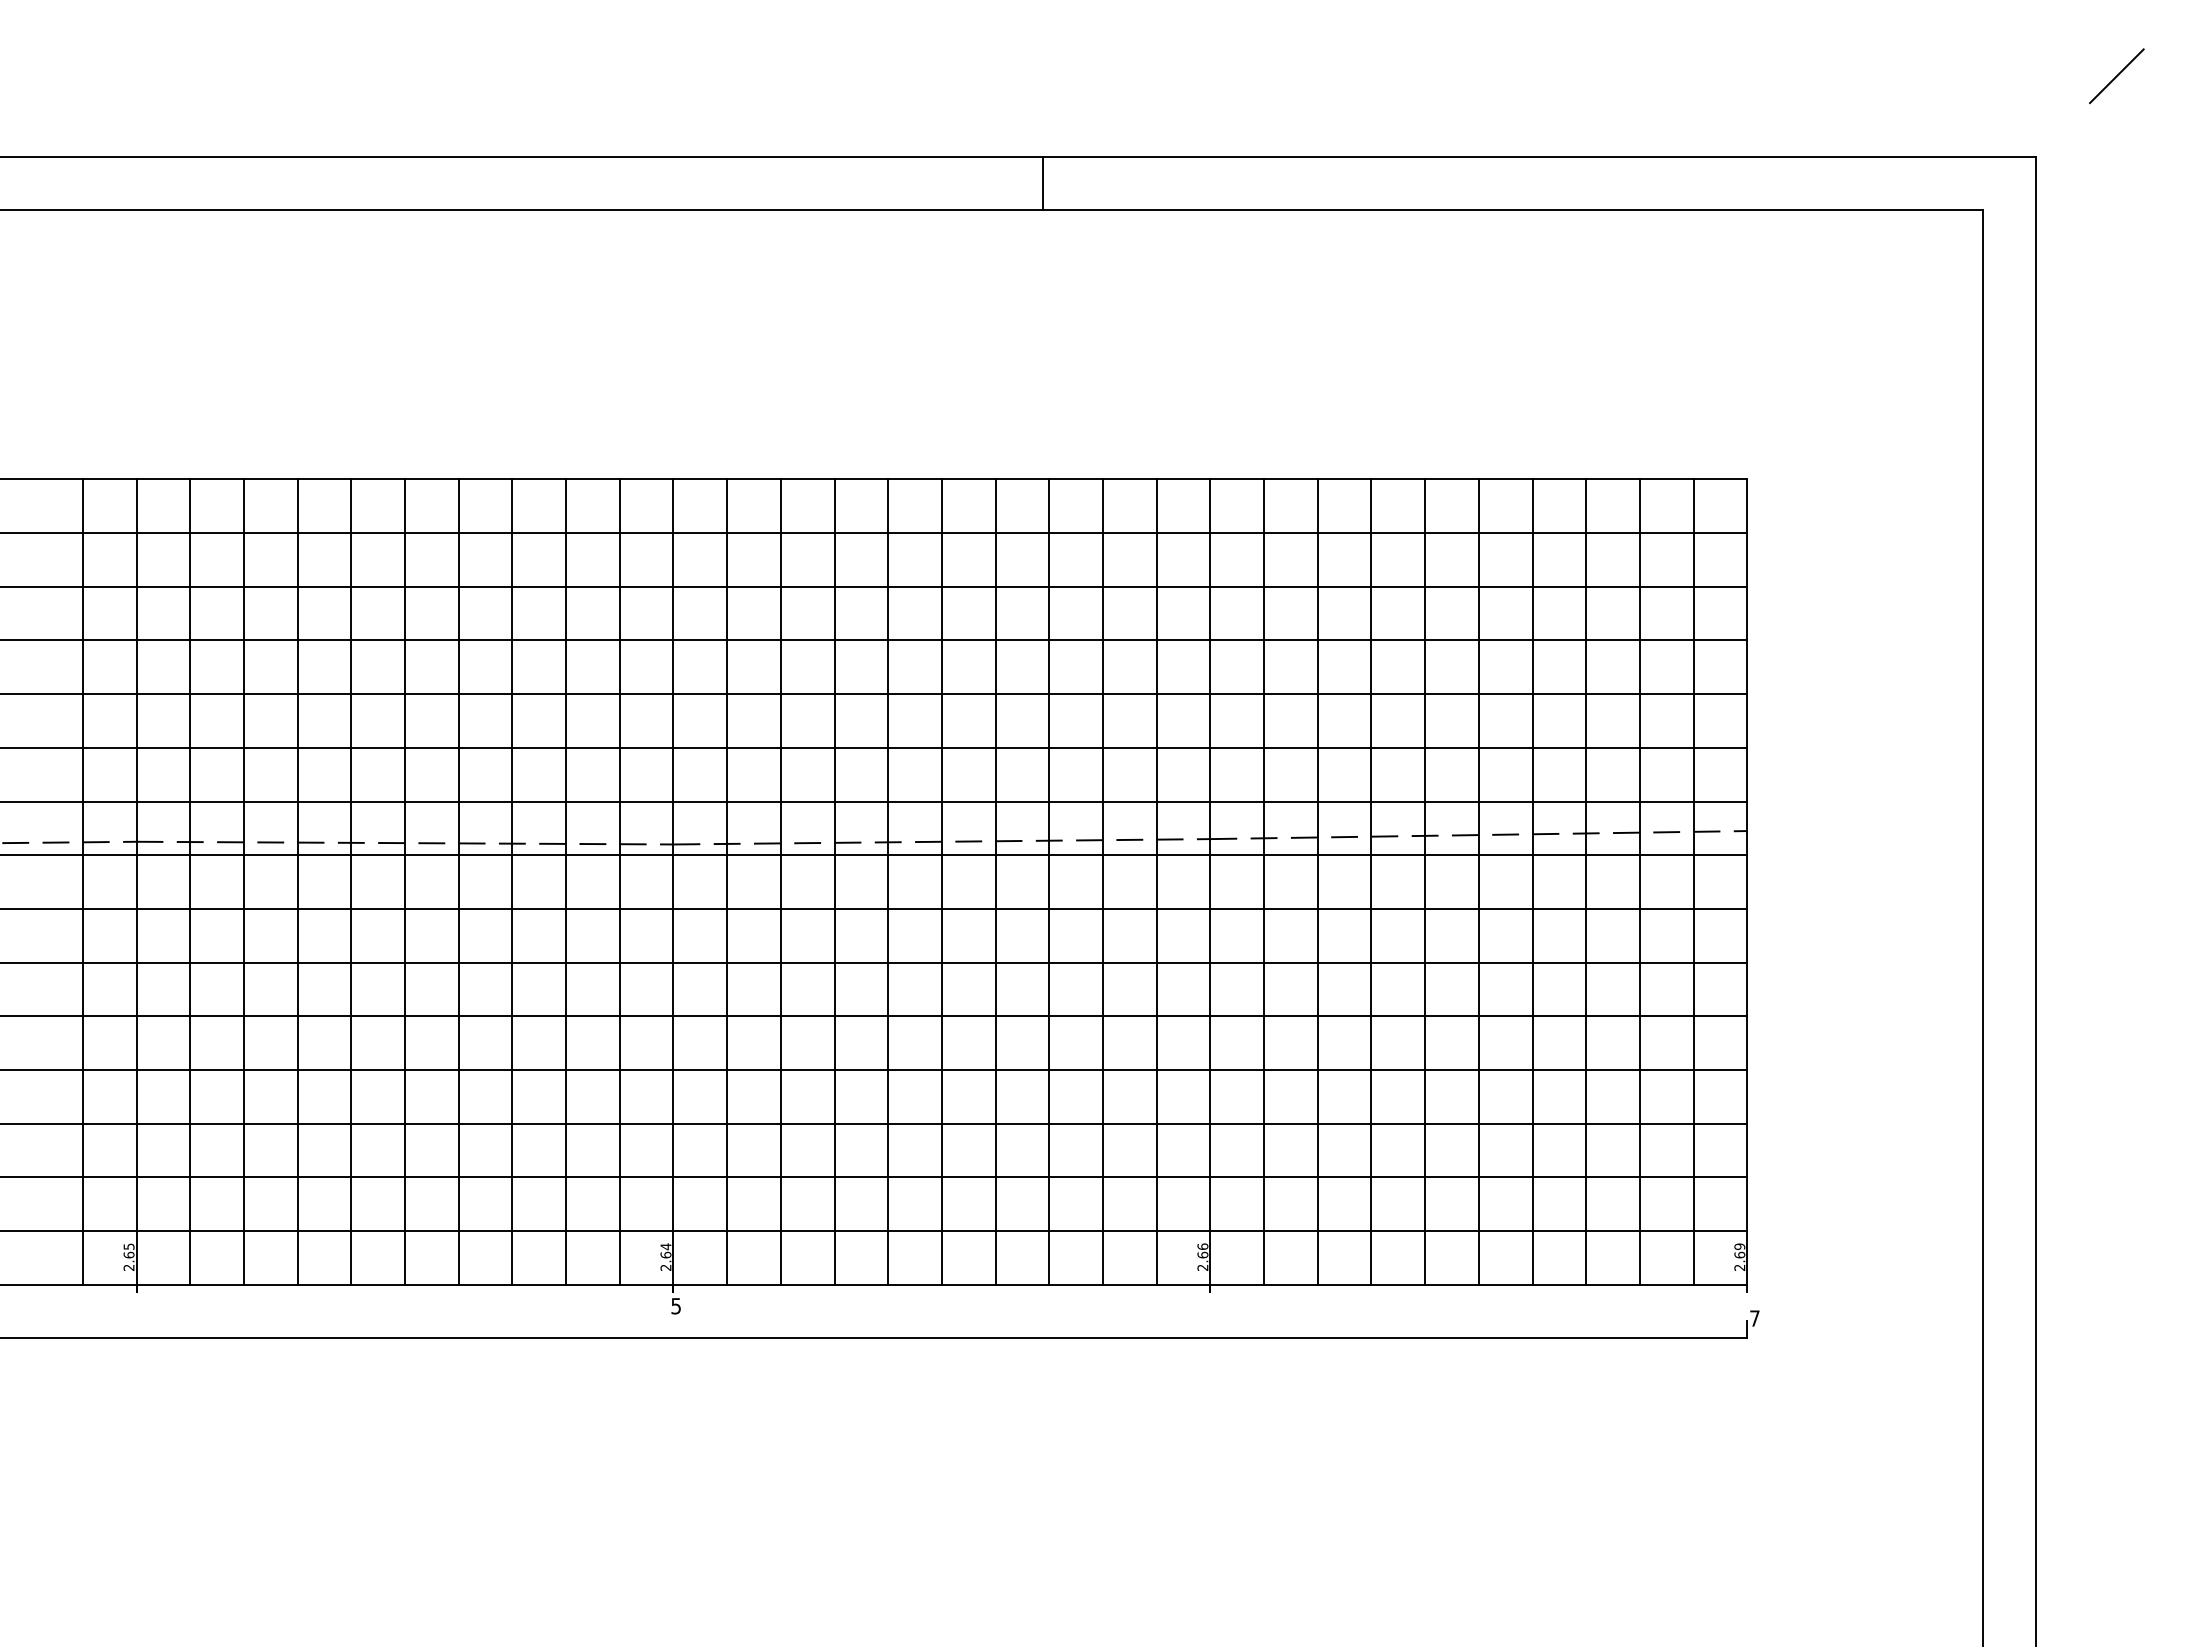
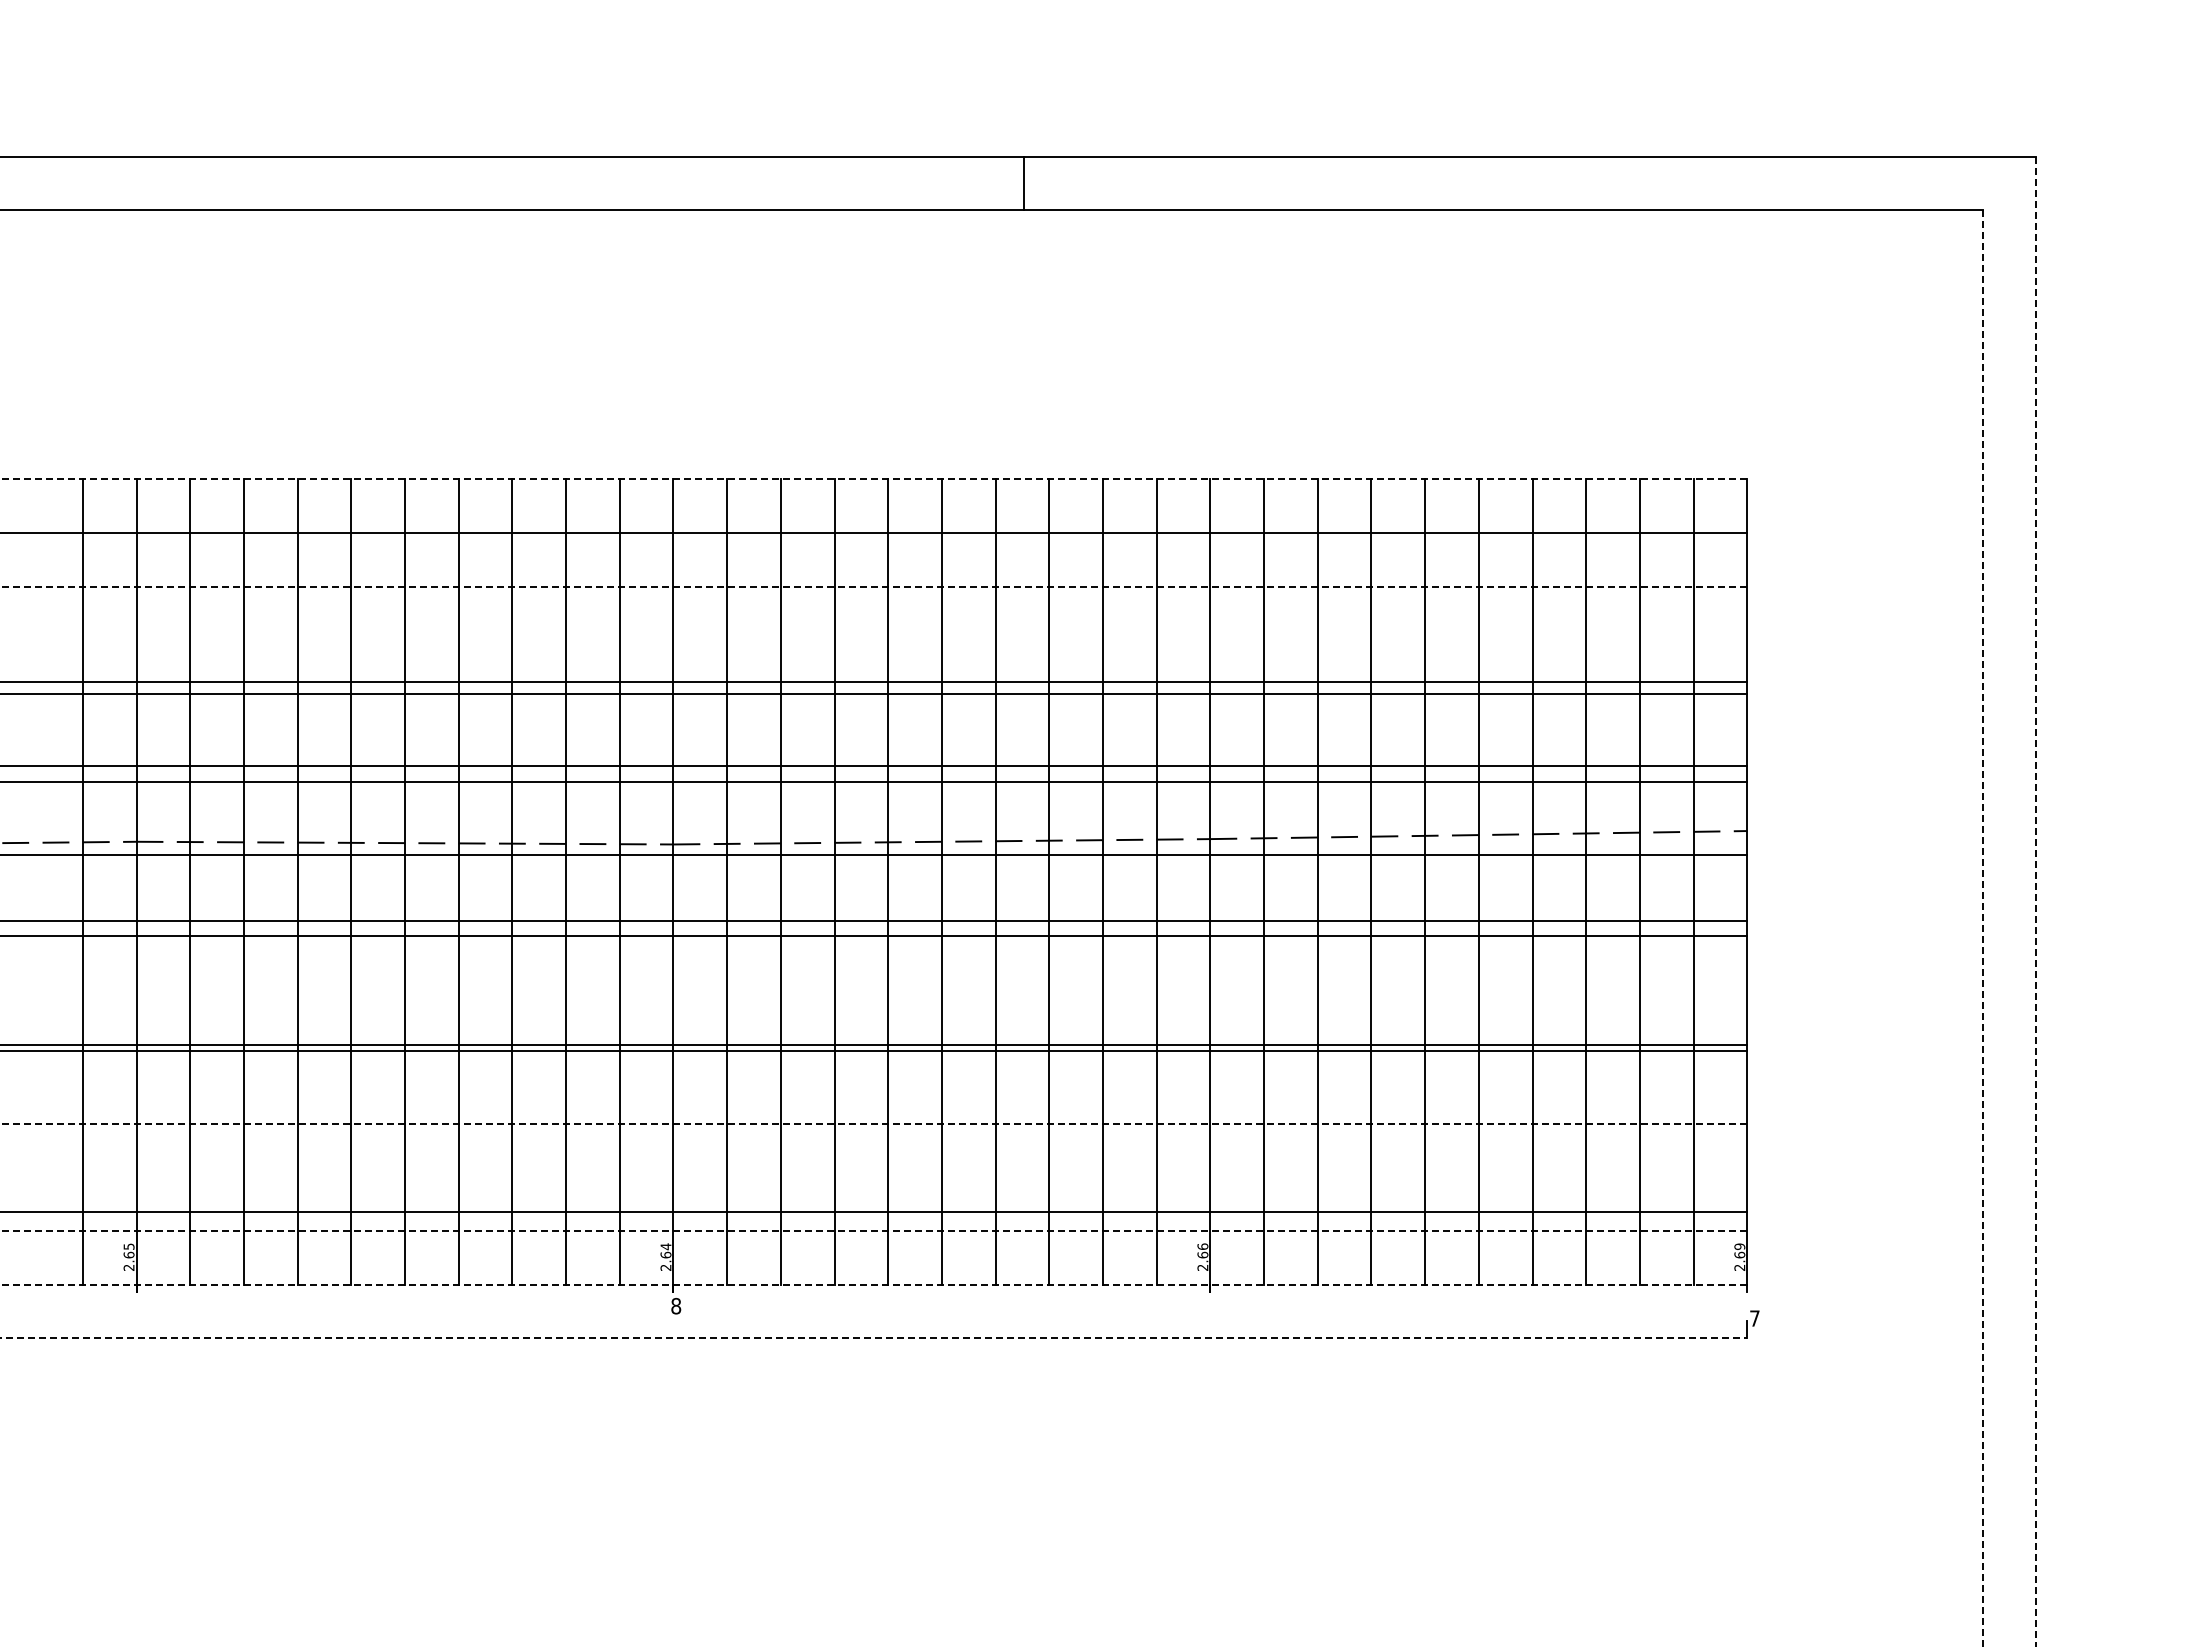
line at (2116, 75): present -> none
line at (1043, 183) position: (1043, 183) -> (1024, 183)
line at (874, 479): solid -> dashed
line at (874, 586): solid -> dashed
line at (874, 640) position: (874, 640) -> (874, 682)
line at (874, 747) position: (874, 747) -> (874, 765)
line at (874, 801) position: (874, 801) -> (874, 781)
line at (2036, 901): solid -> dashed
line at (874, 908) position: (874, 908) -> (874, 935)
line at (1982, 928): solid -> dashed
line at (874, 962) position: (874, 962) -> (874, 920)
line at (874, 1016) position: (874, 1016) -> (874, 1045)
line at (874, 1069) position: (874, 1069) -> (874, 1050)
line at (874, 1123): solid -> dashed
line at (874, 1177) position: (874, 1177) -> (874, 1212)
line at (874, 1231): solid -> dashed
line at (874, 1284): solid -> dashed
text at (676, 1305): 5 -> 8
line at (874, 1338): solid -> dashed
